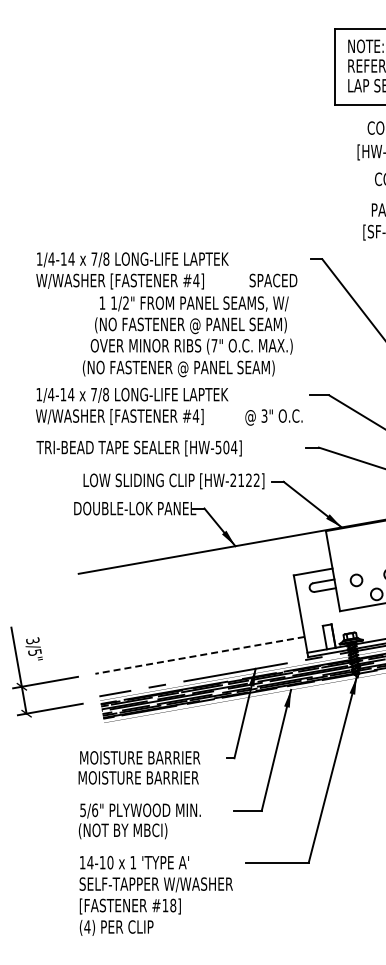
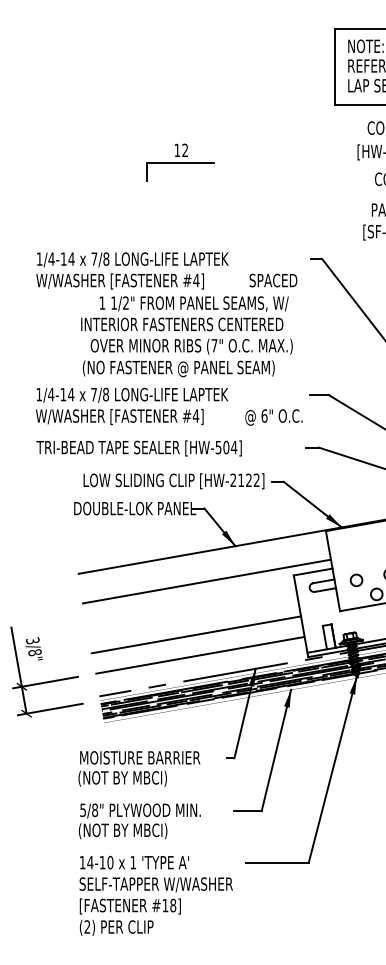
part at (180, 162): none -> present
text at (183, 325): (NO FASTENER @ PANEL SEAM) -> INTERIOR FASTENERS CENTERED
text at (264, 415): 3" -> 6"
line at (206, 581): none -> present
line at (196, 634): none -> present
text at (34, 652): 3/5" -> 3/8"
line at (199, 655): dashed -> solid
text at (138, 778): MOISTURE BARRIER -> (NOT BY MBCI)
text at (95, 809): 5/6" -> 5/8"
text at (87, 926): (4) -> (2)
